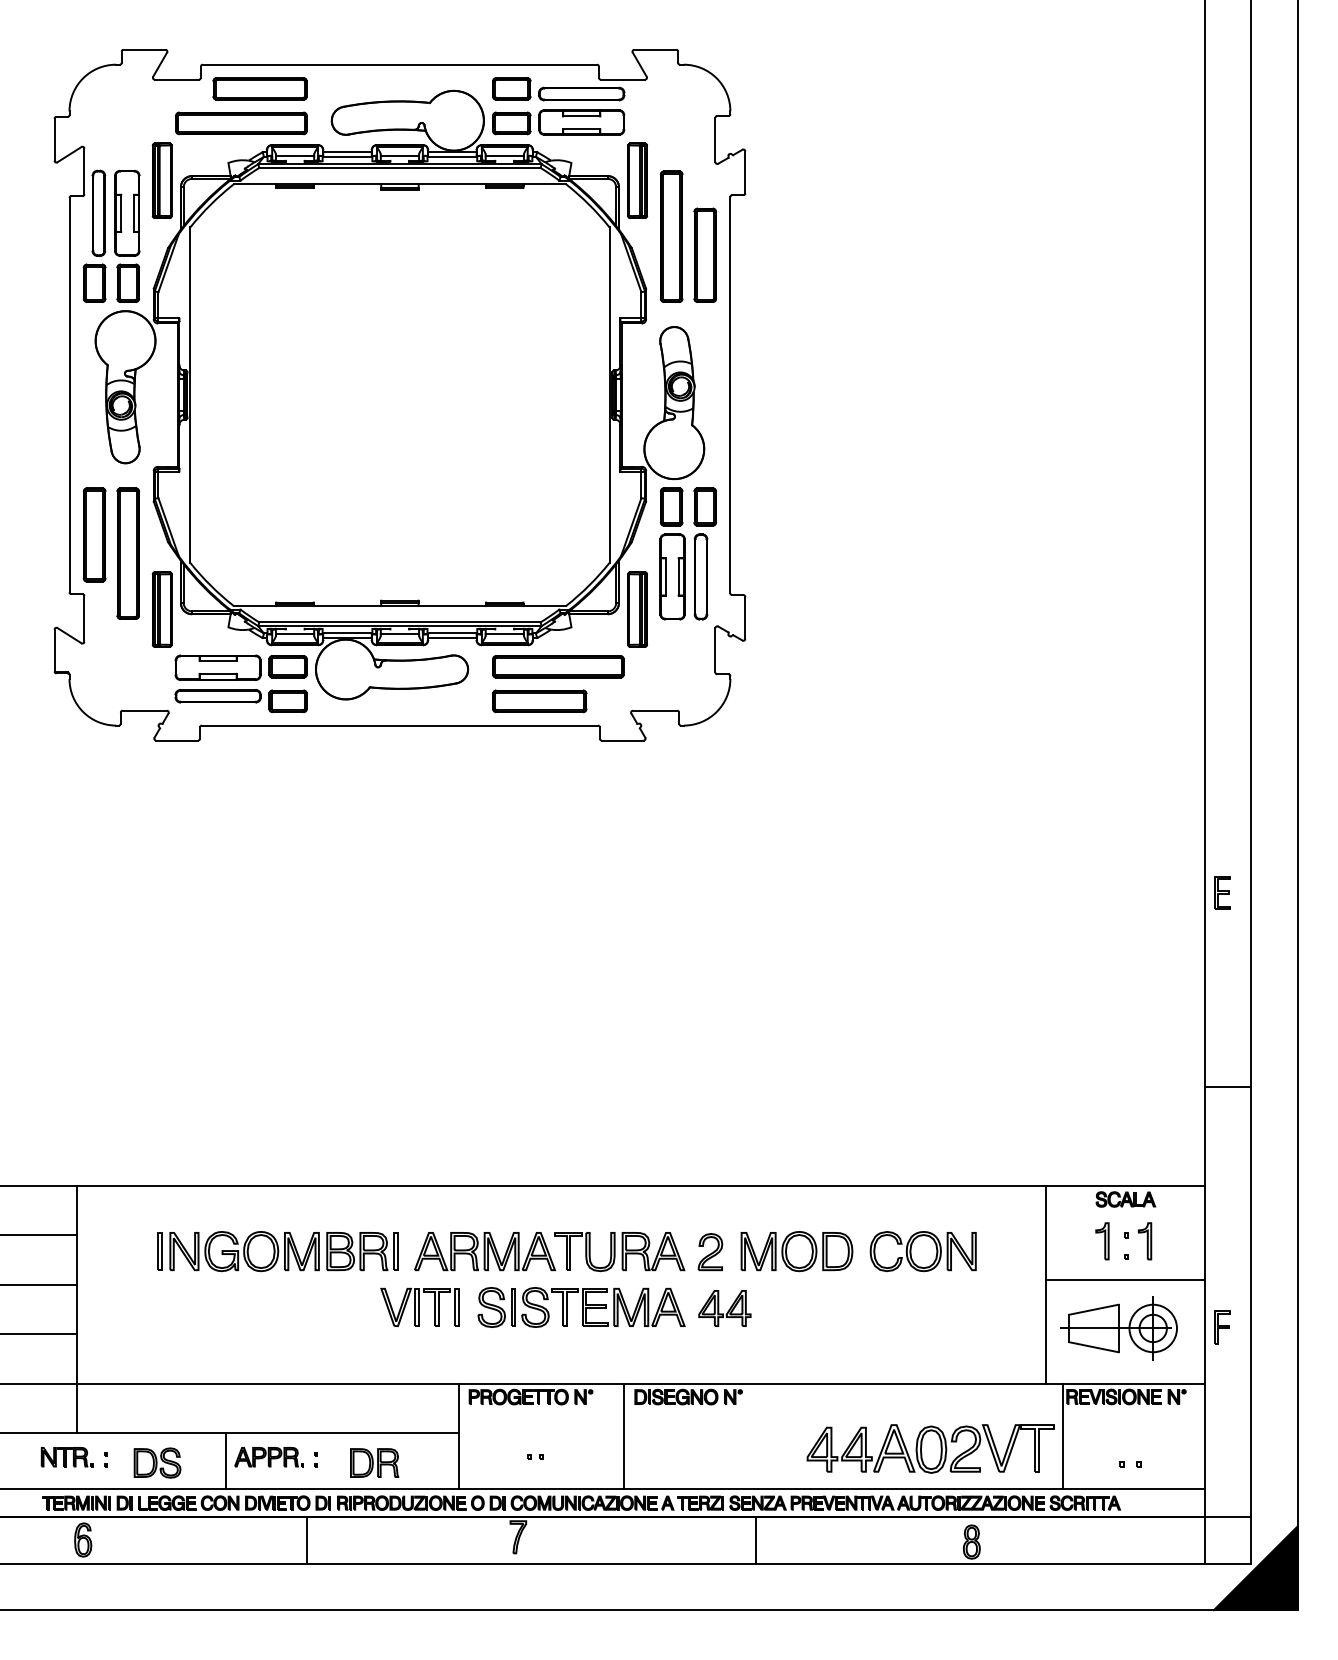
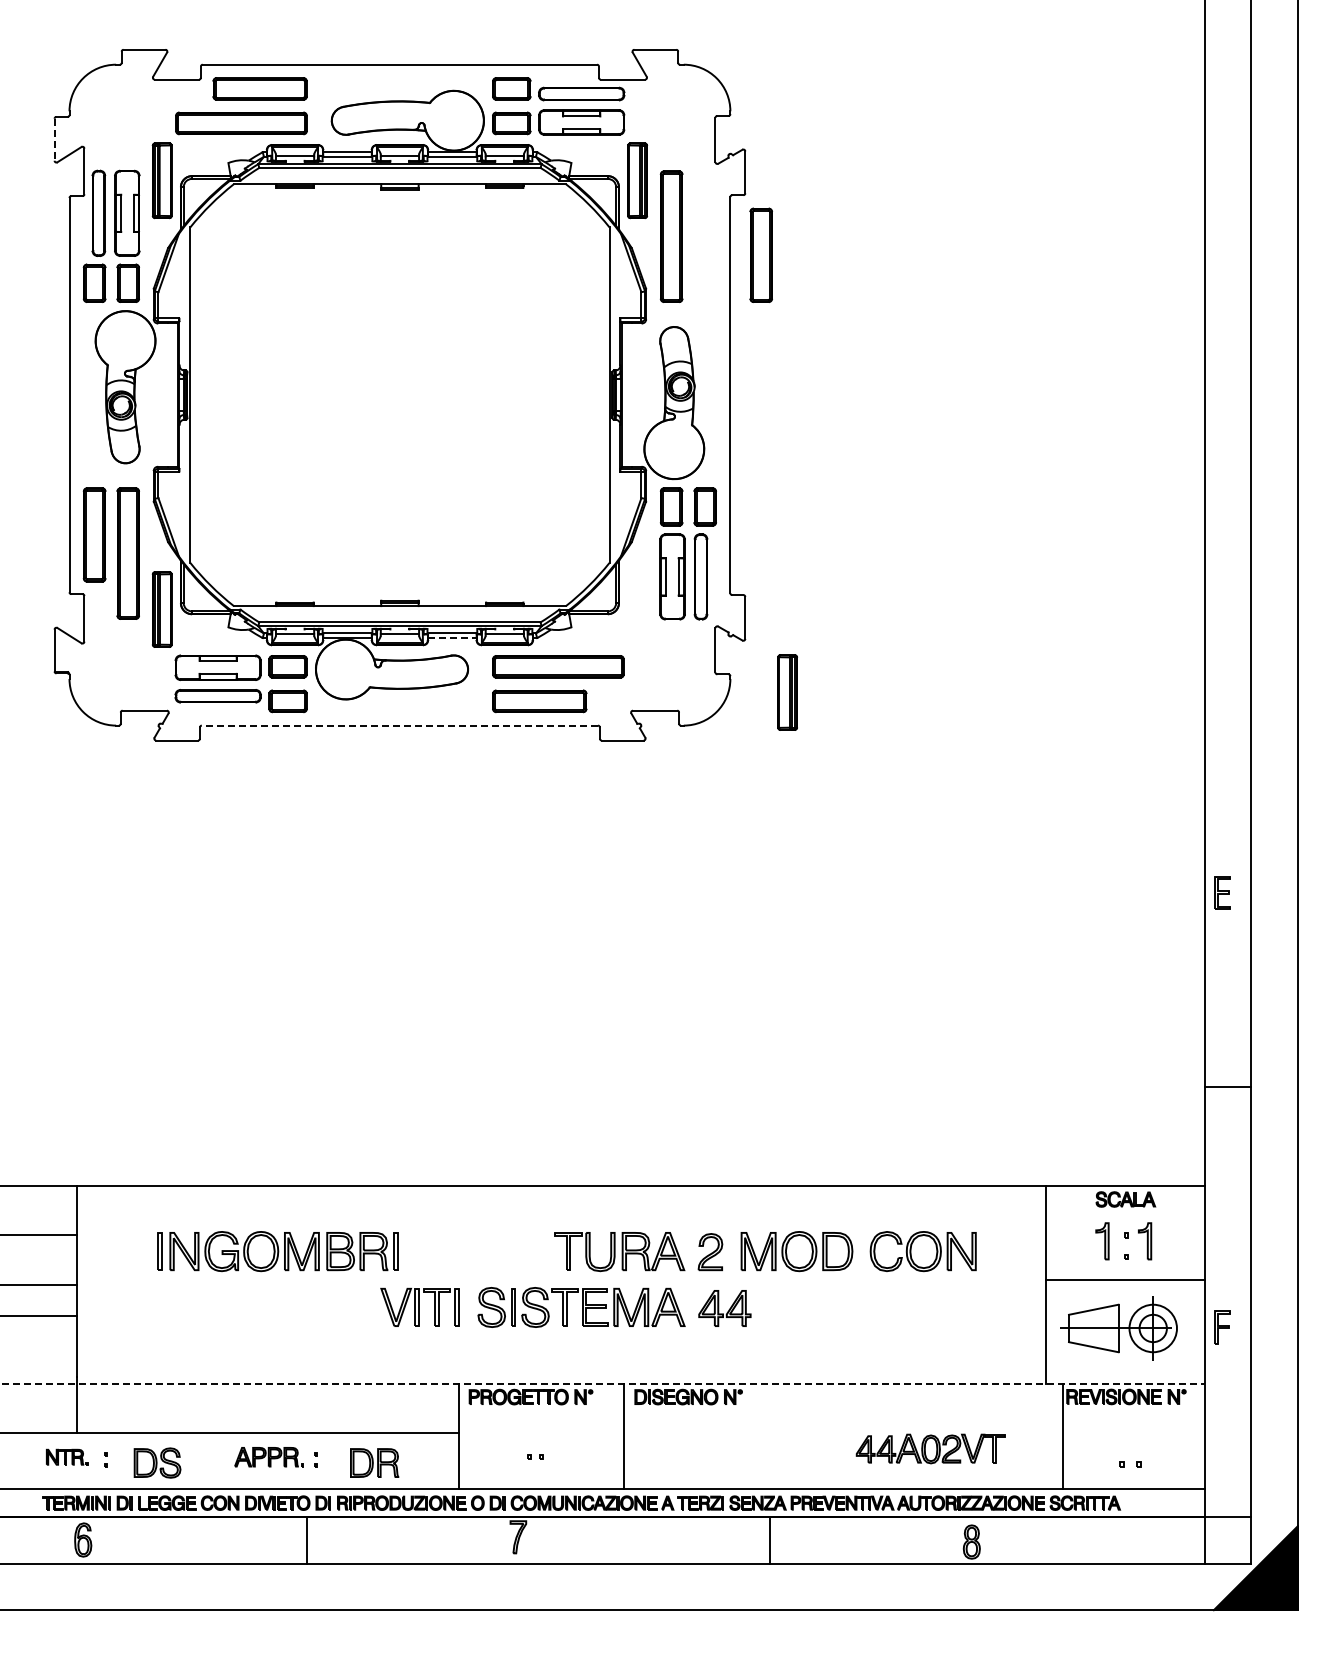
line at (54, 139): solid -> dashed
part at (704, 254) position: (704, 254) -> (760, 254)
part at (637, 609) position: (637, 609) -> (787, 692)
line at (452, 638): solid -> dashed
line at (399, 725): solid -> dashed
part at (485, 1251): present -> none
line at (39, 1334) position: (39, 1334) -> (39, 1316)
line at (602, 1383): solid -> dashed
part at (930, 1448) size: 249x50 px -> 151x32 px
part at (66, 1457) size: 54x21 px -> 43x18 px
line at (225, 1461): present -> none
line at (755, 1539) position: (755, 1539) -> (769, 1539)
